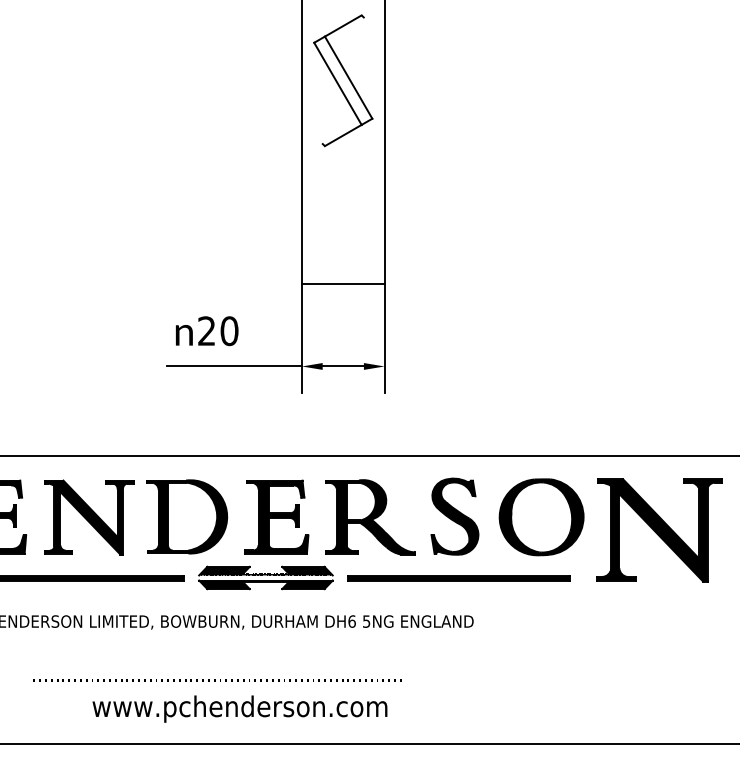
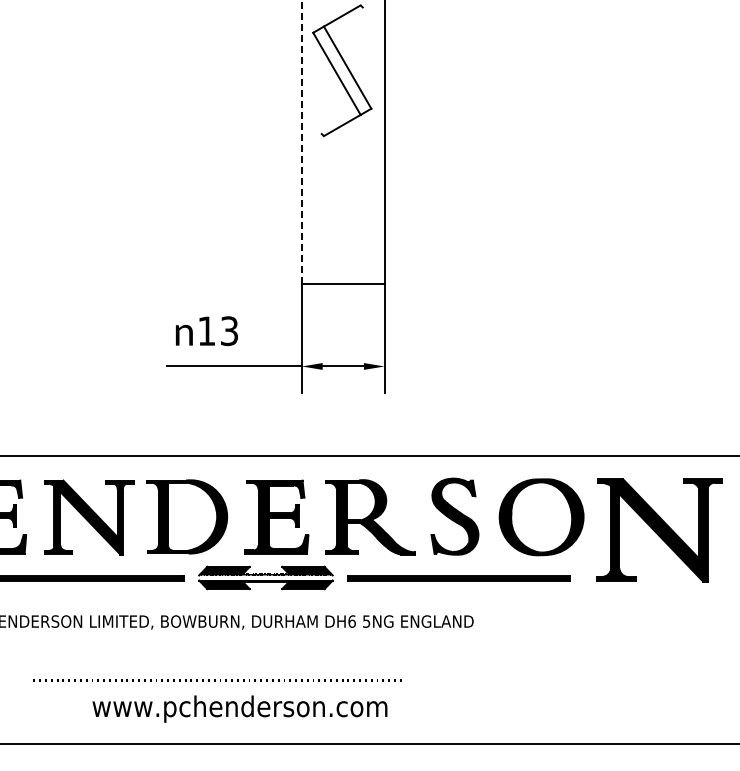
part at (343, 80) position: (343, 80) -> (342, 70)
line at (302, 142): solid -> dashed
text at (218, 331): 20 -> 13
